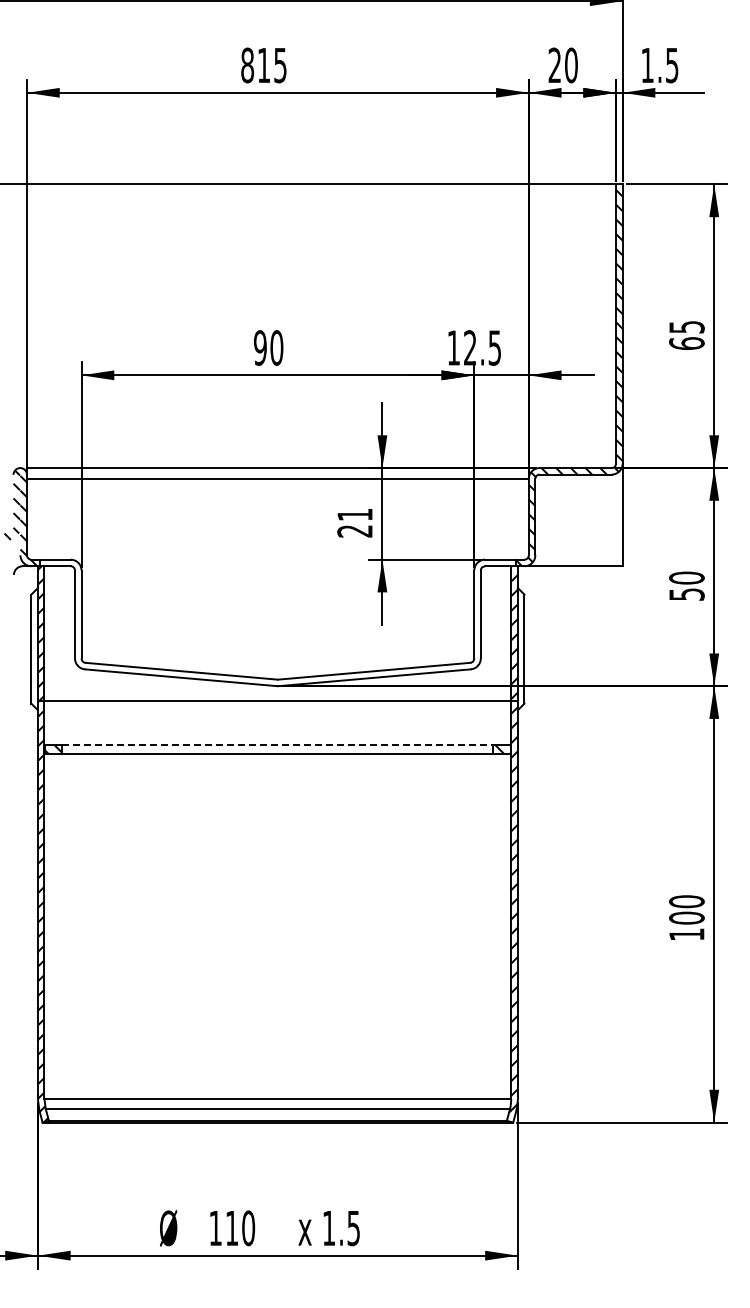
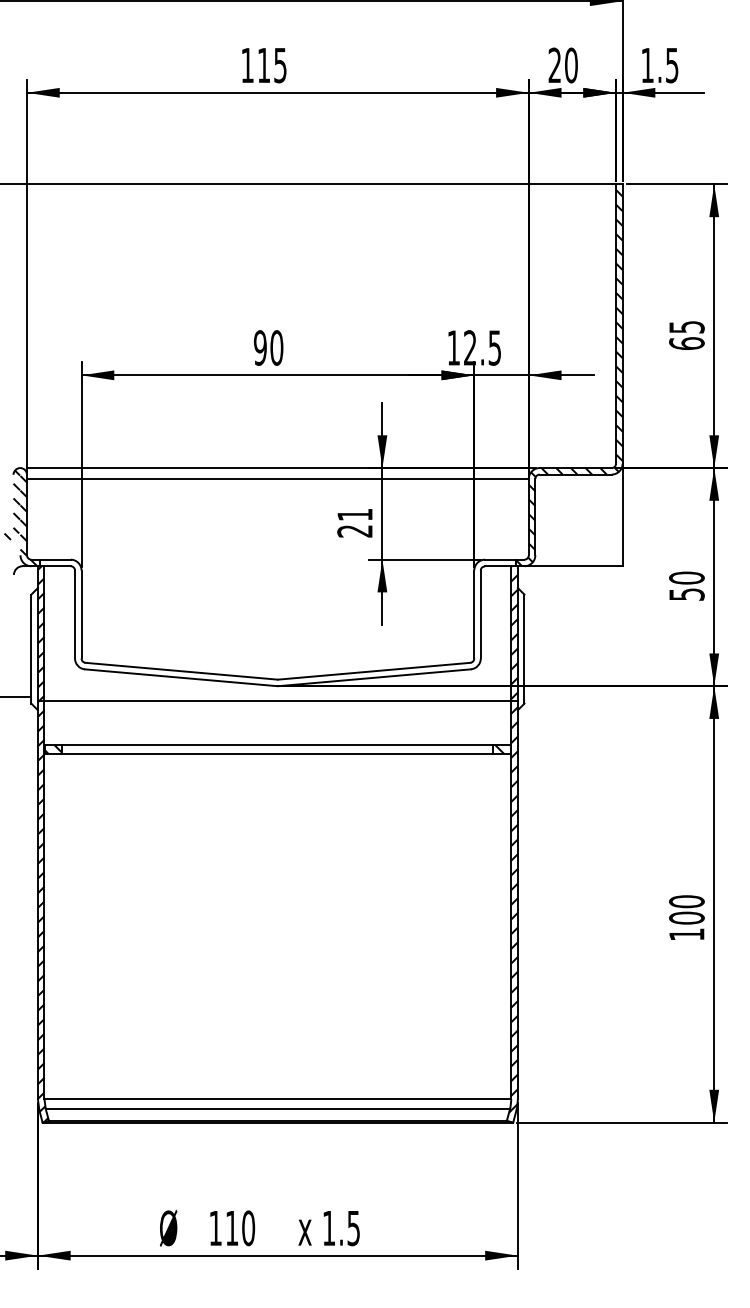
text at (247, 65): 815 -> 115
line at (16, 697): none -> present
line at (277, 745): dashed -> solid
